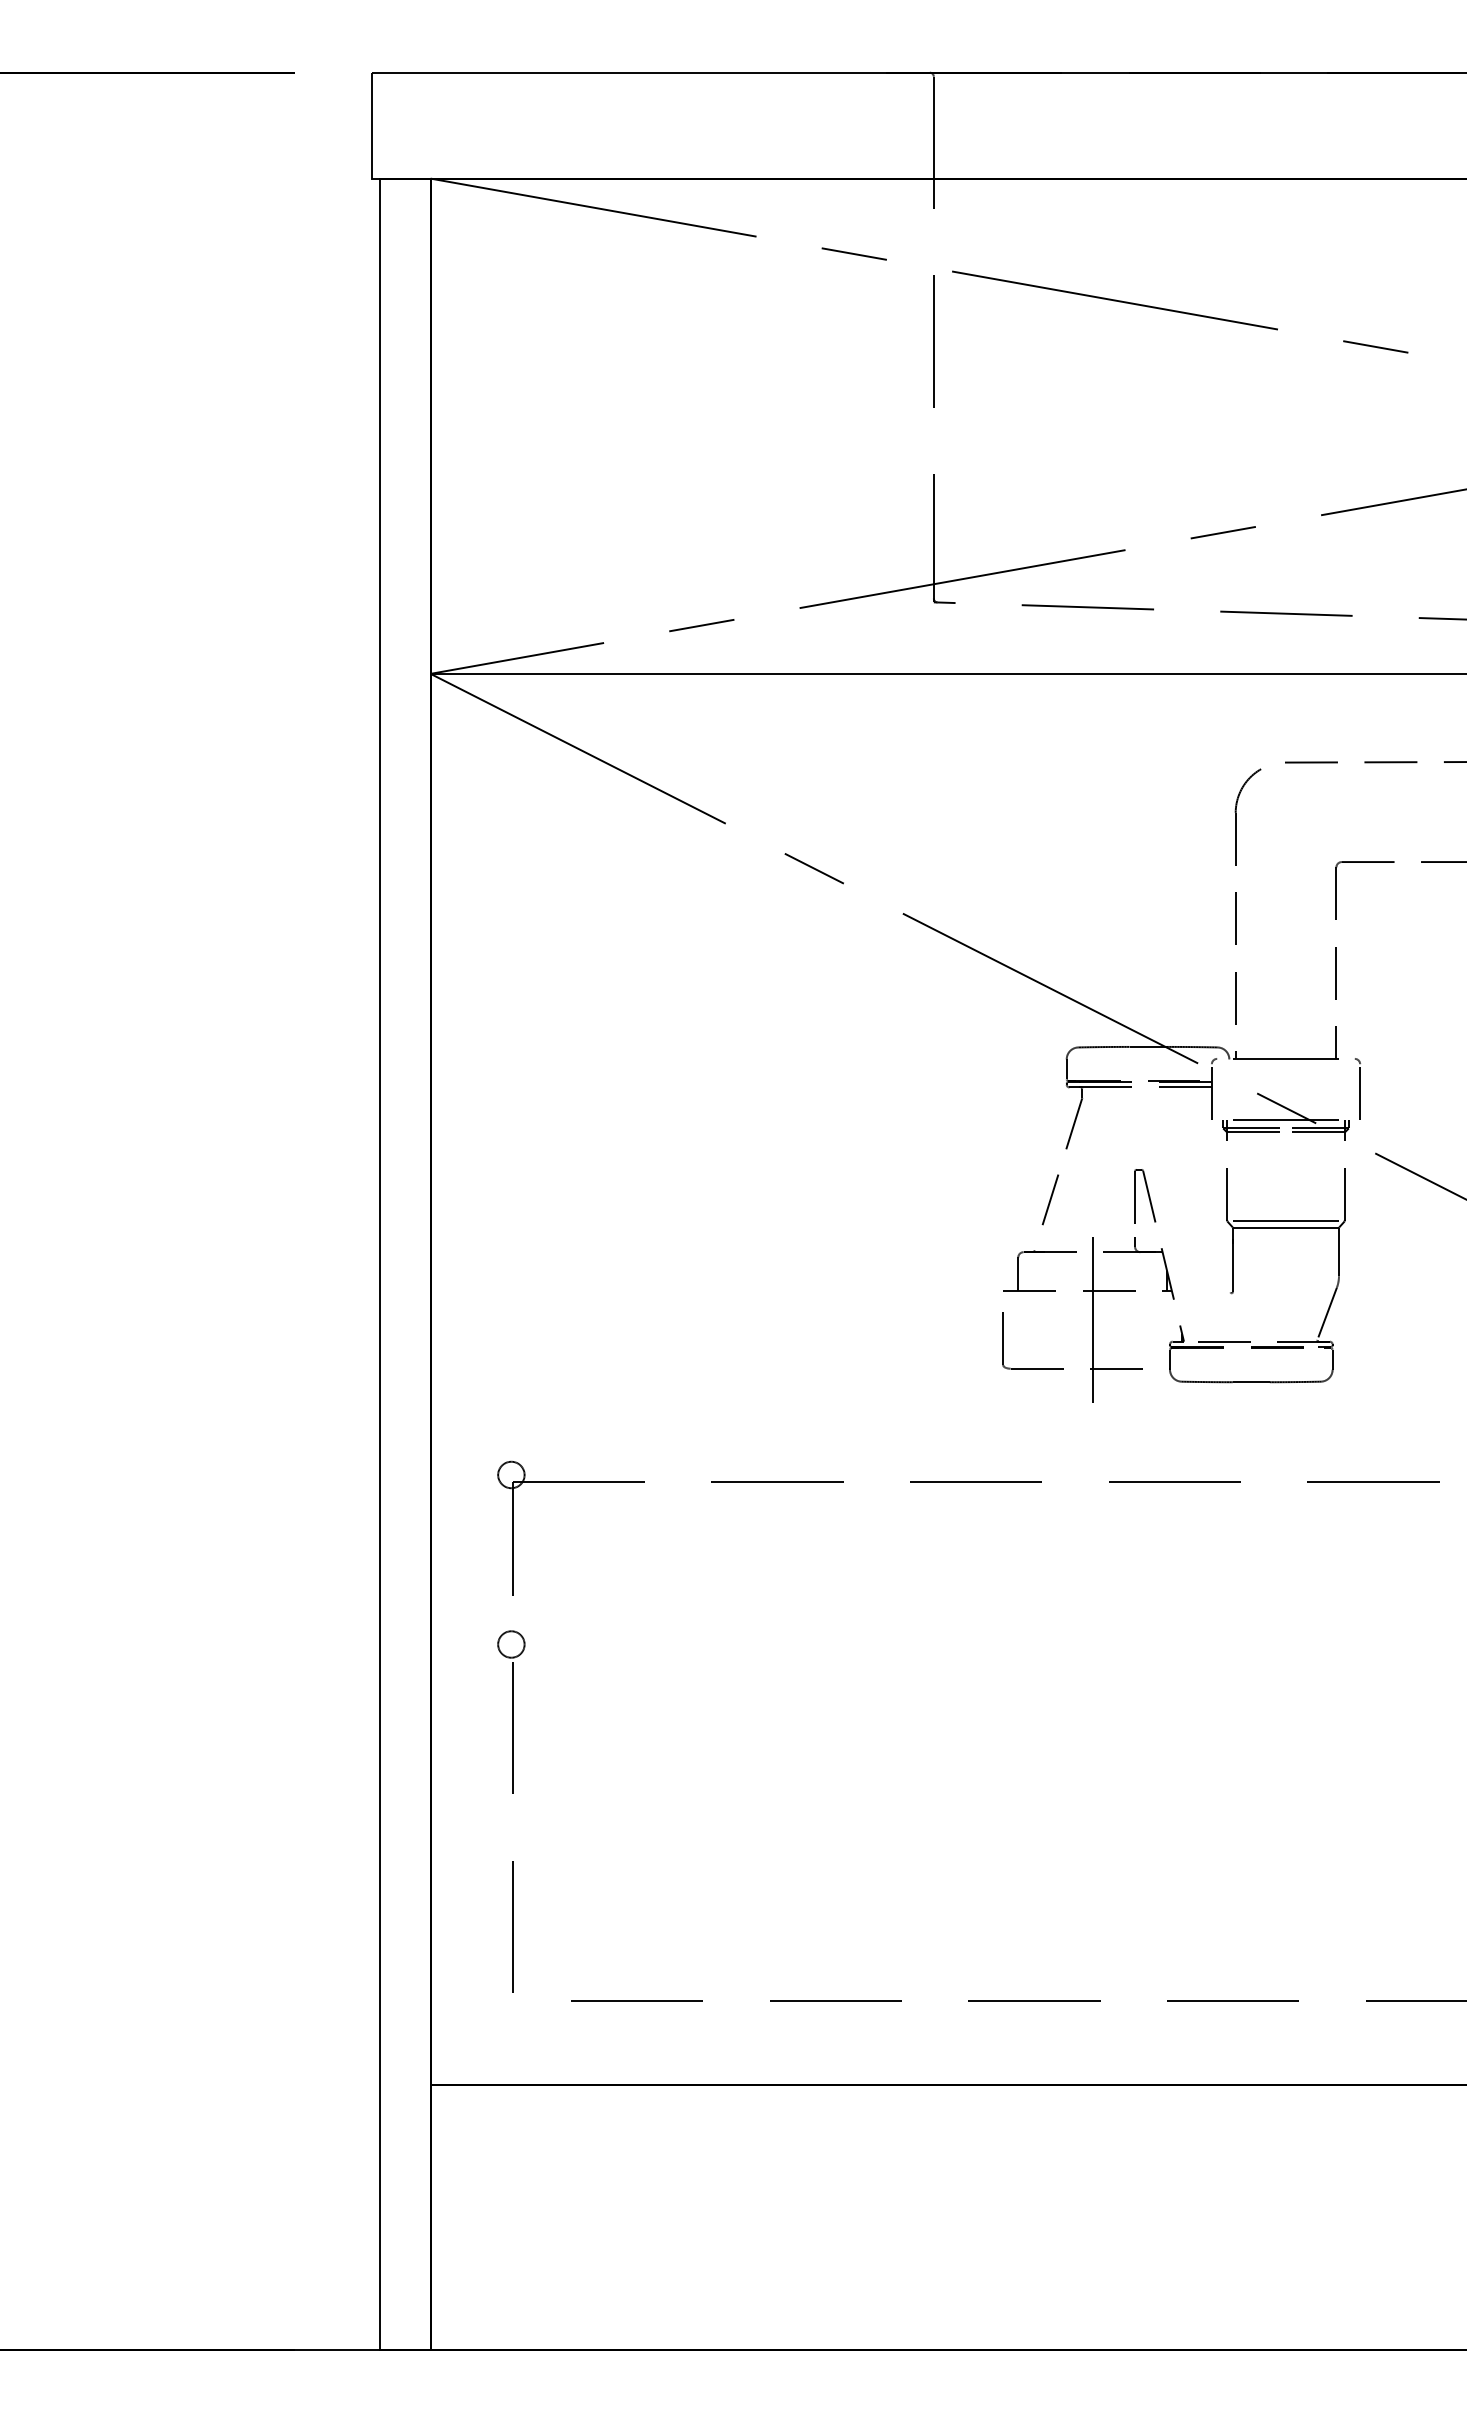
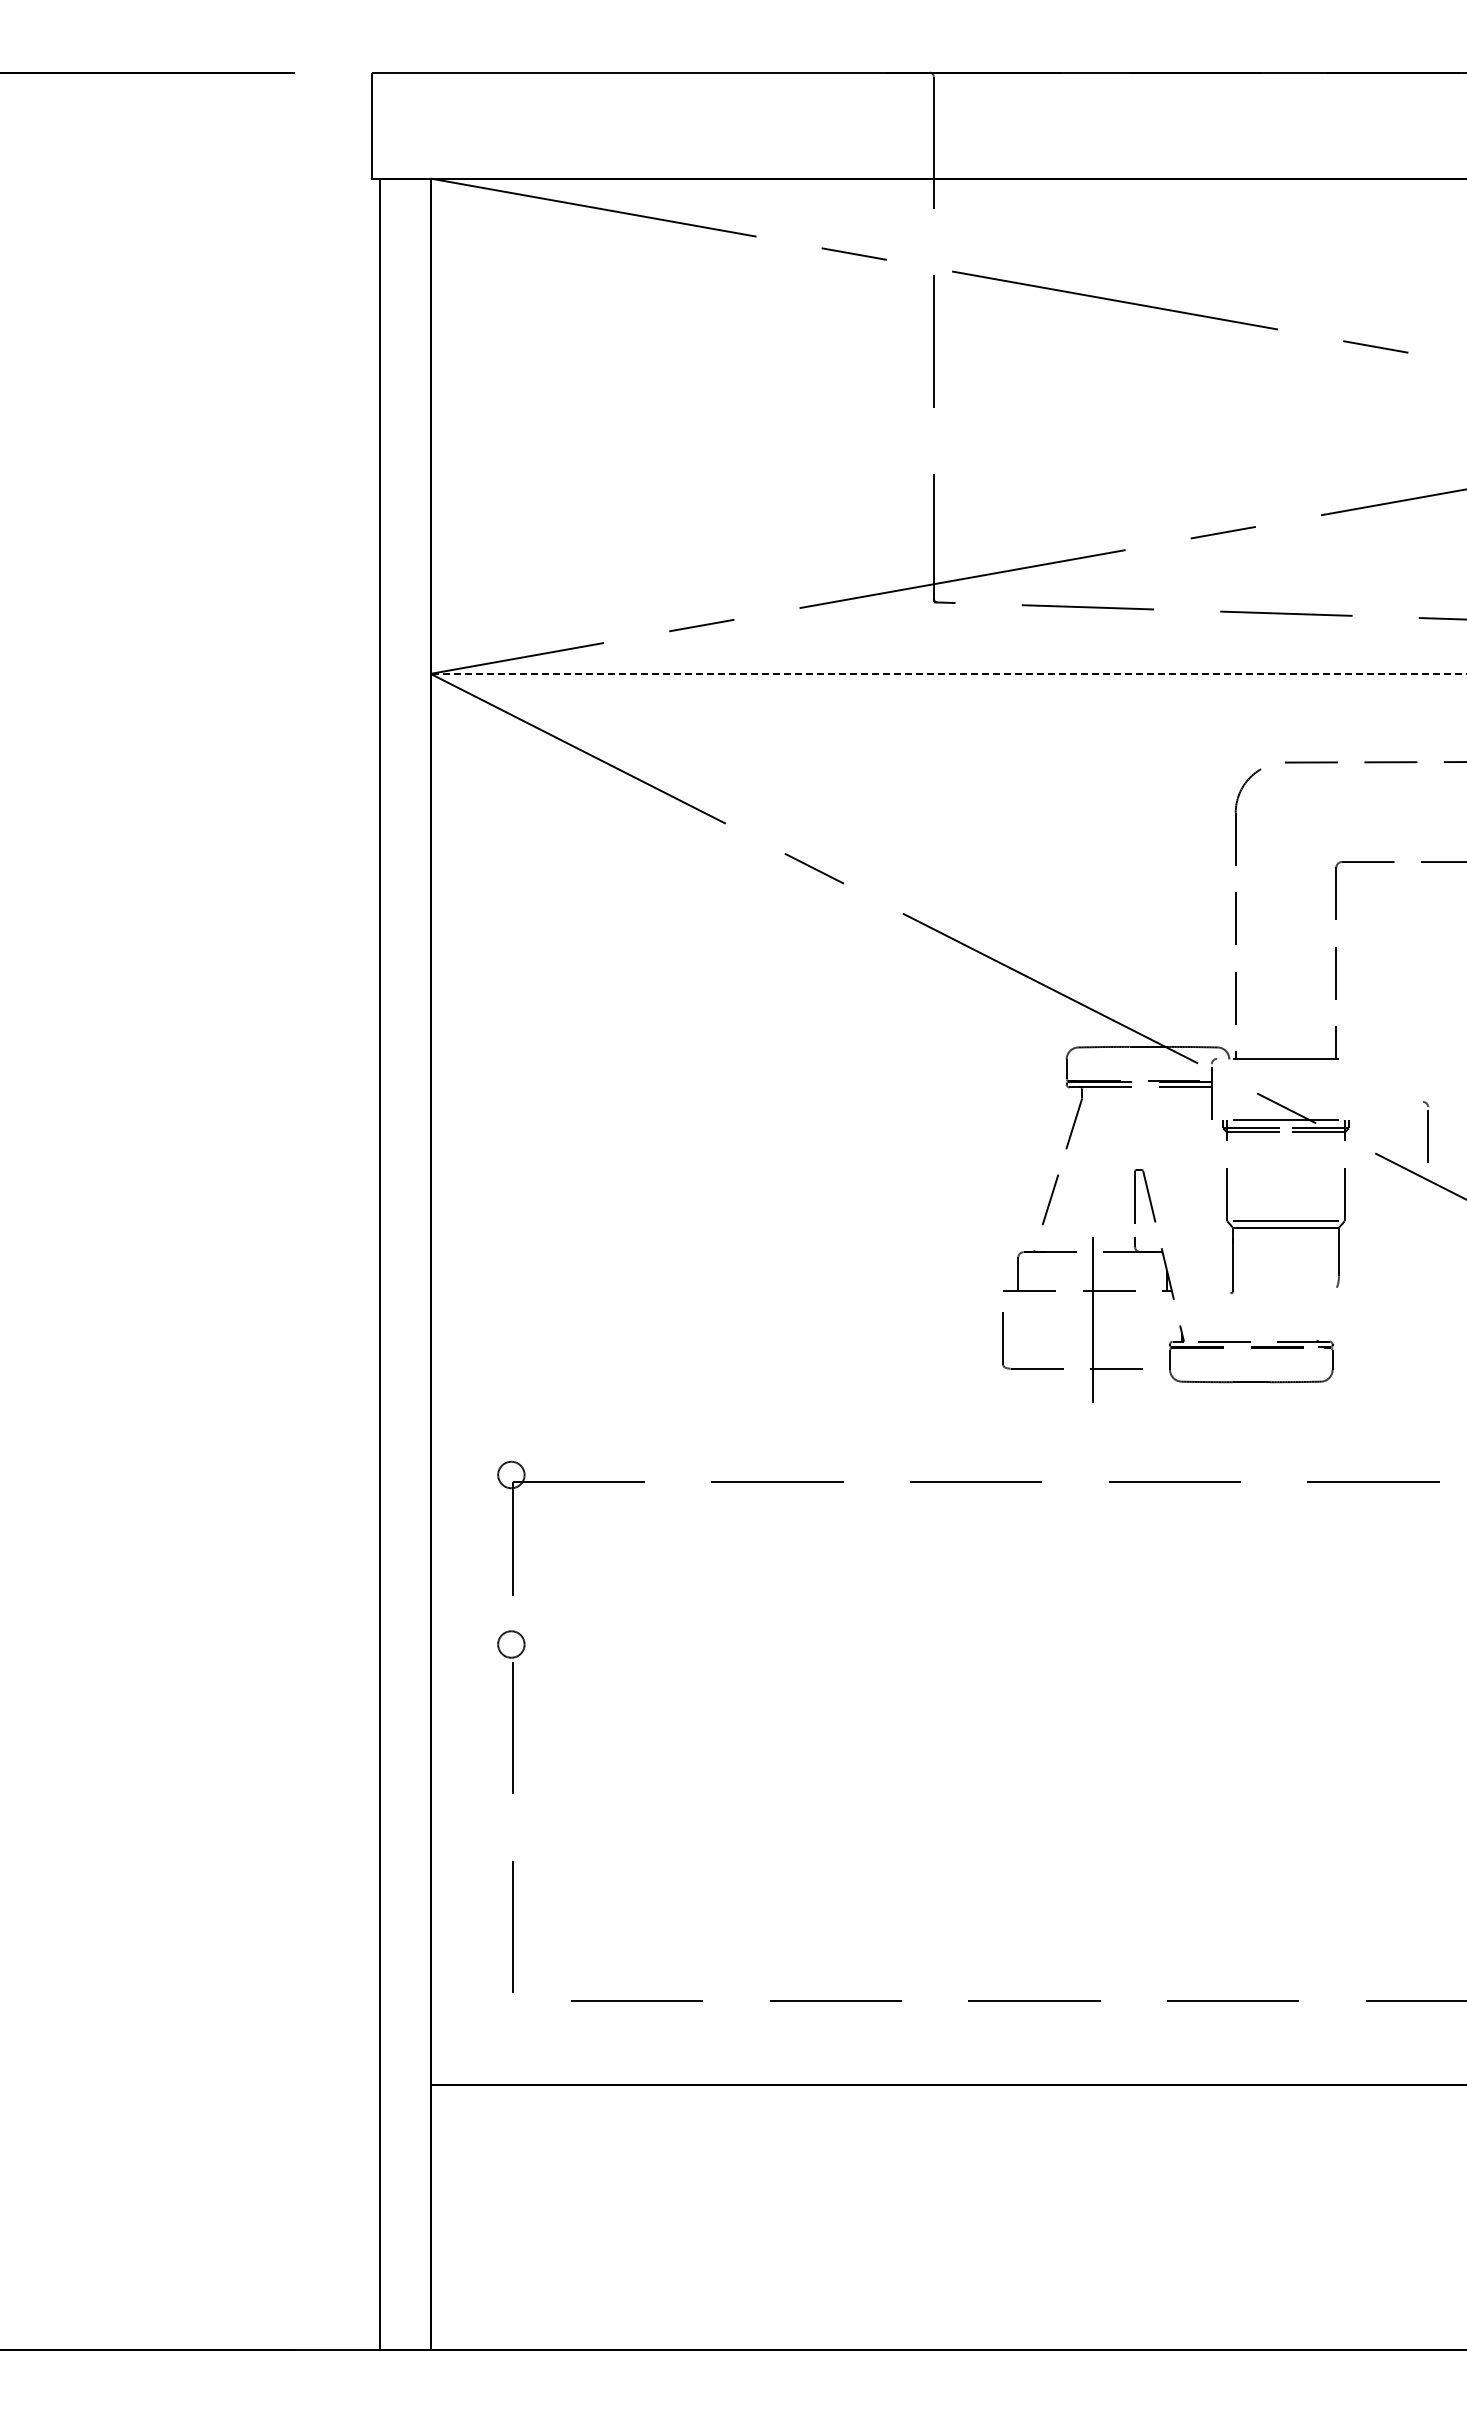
line at (948, 673): solid -> dashed
part at (1357, 1088) position: (1357, 1088) -> (1425, 1131)
line at (1326, 1313): present -> none
